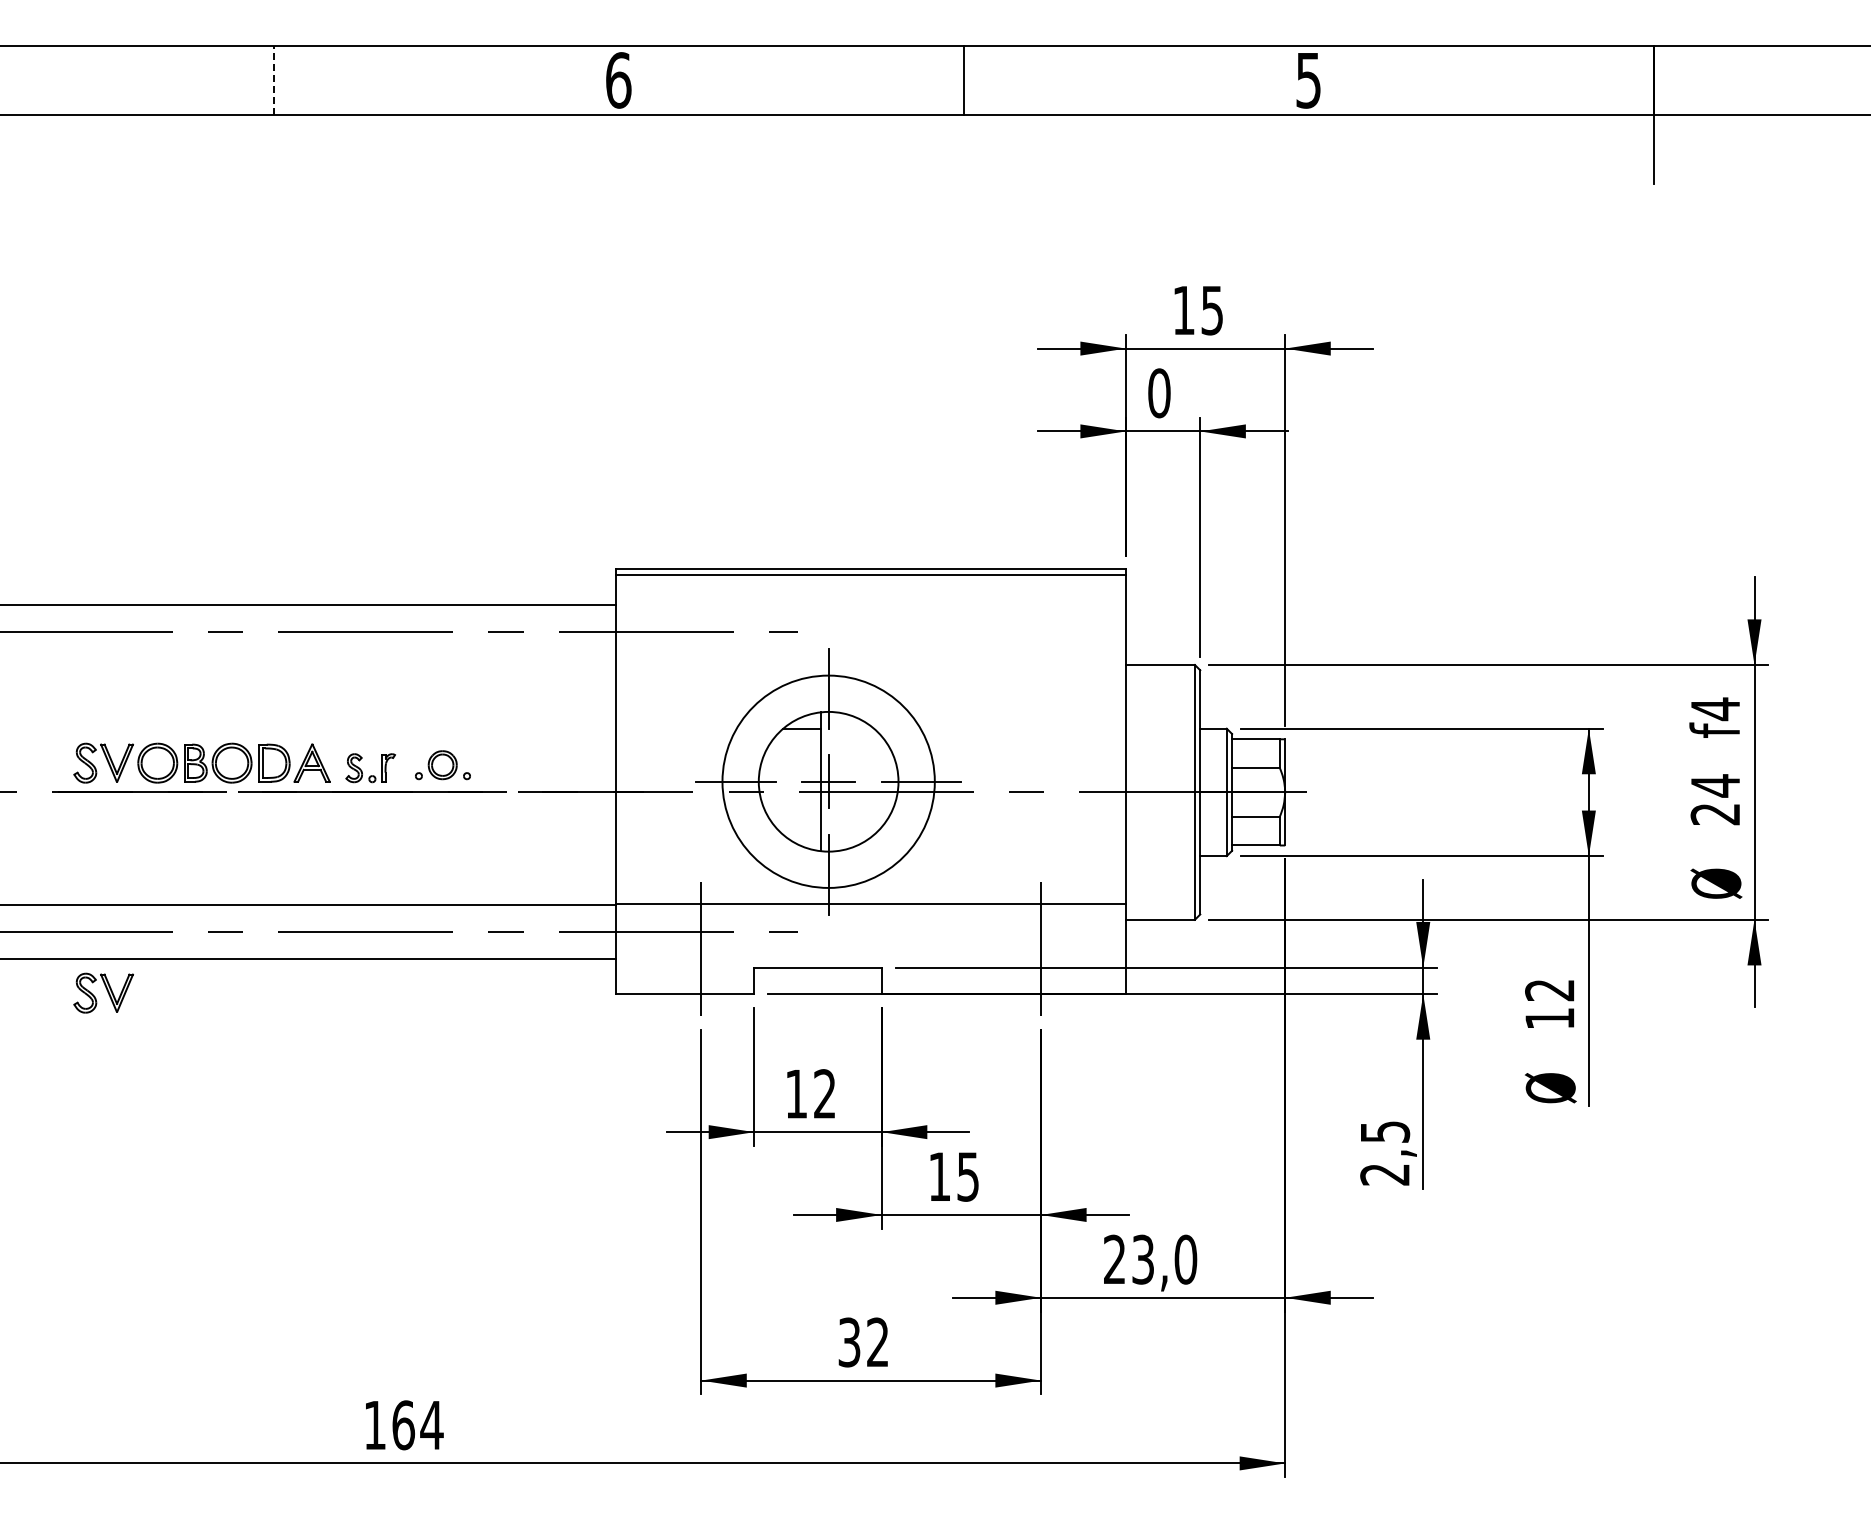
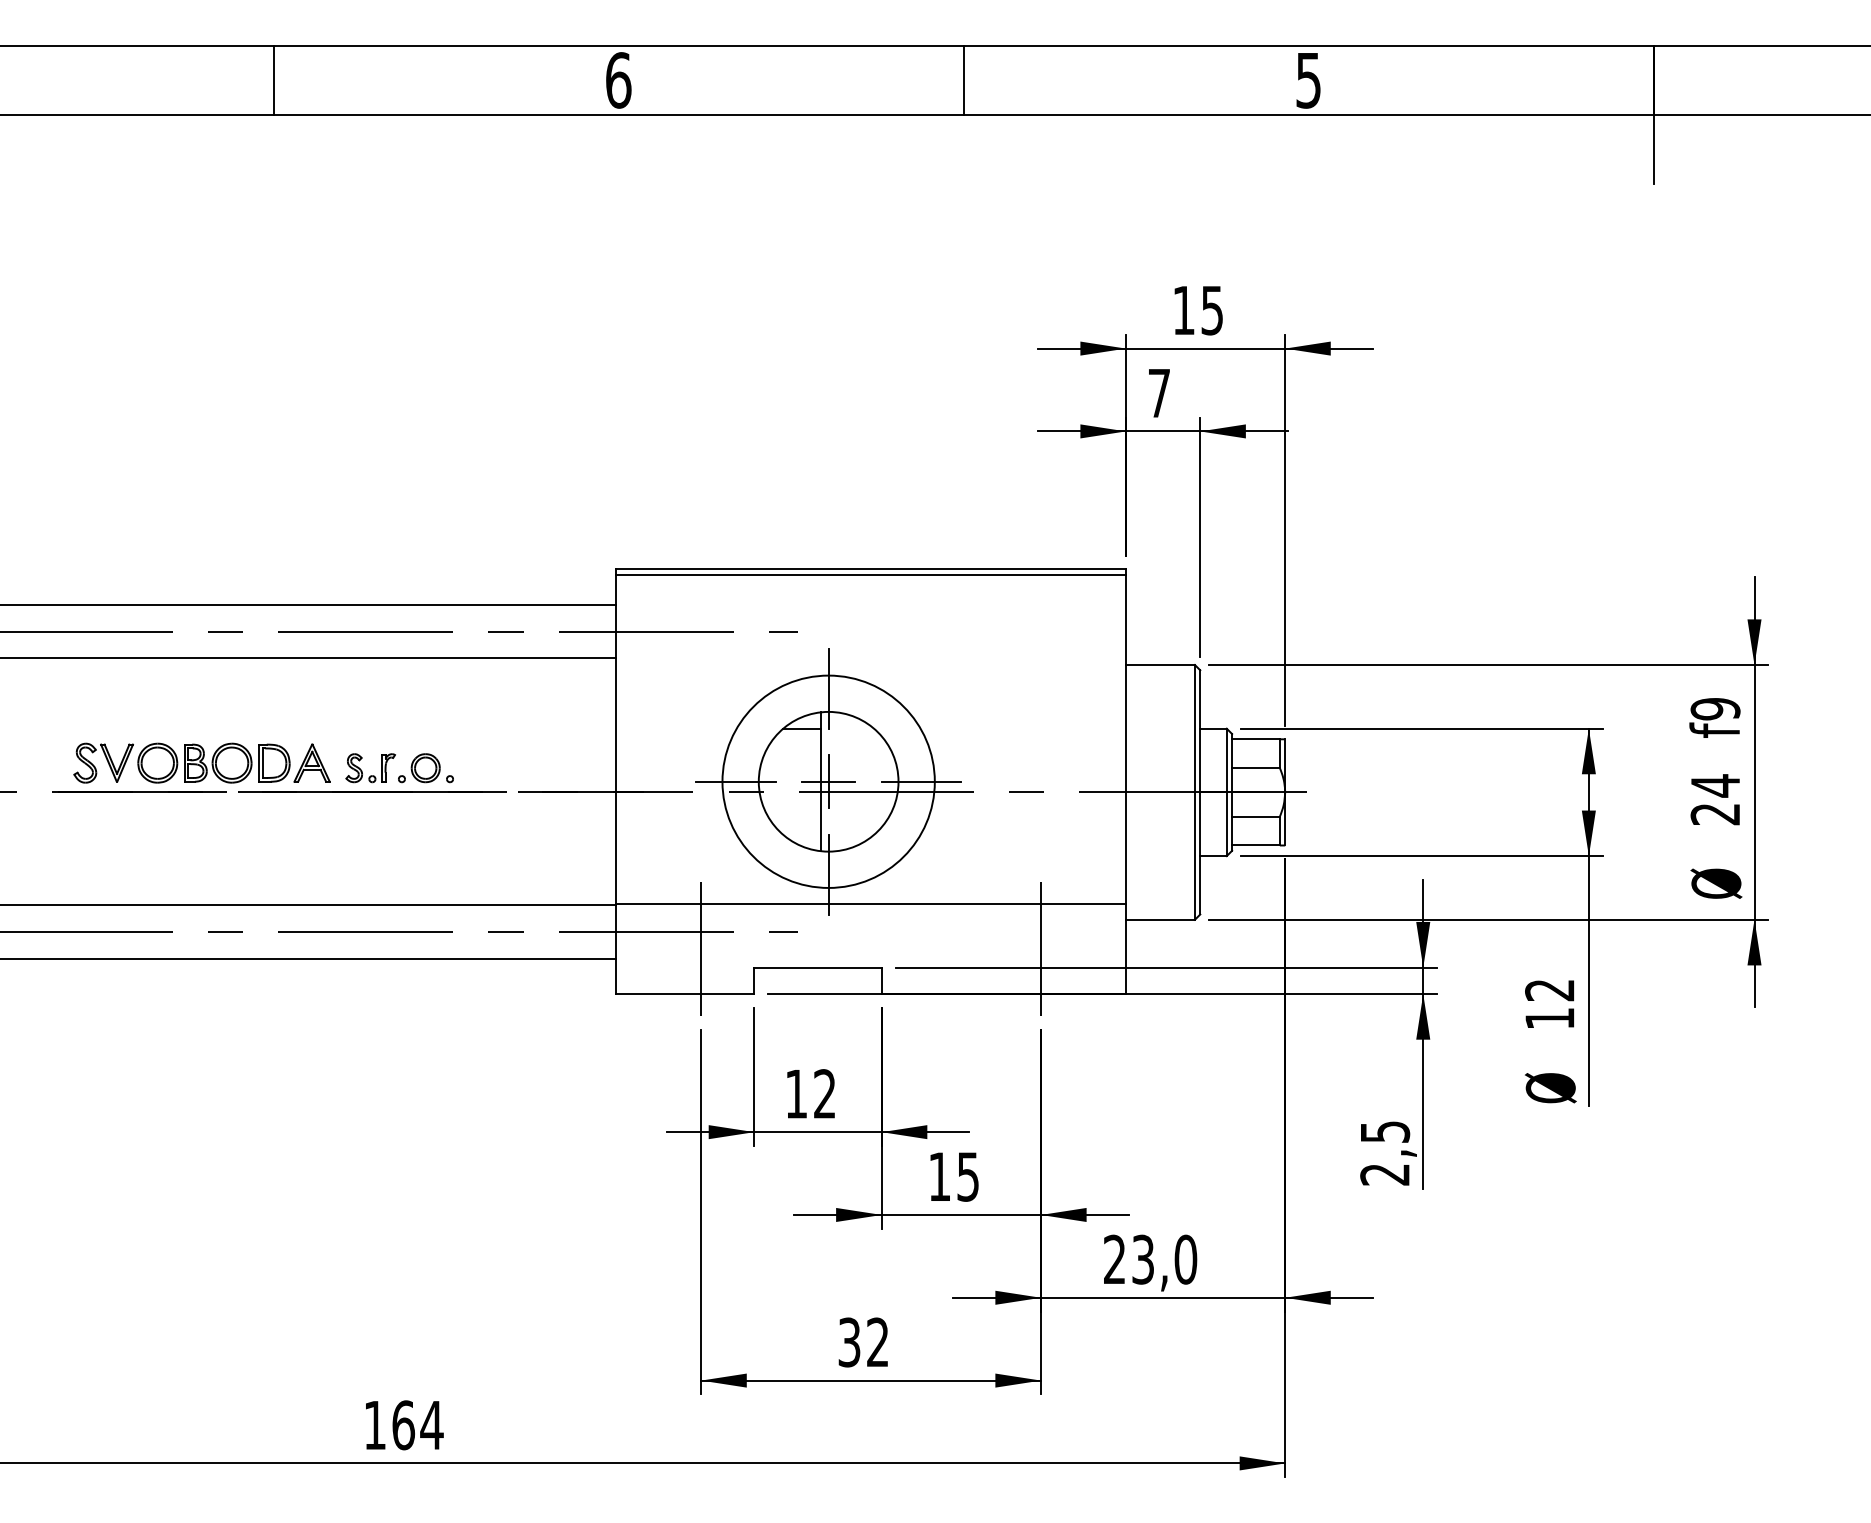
line at (274, 80): dashed -> solid
text at (1159, 393): 0 -> 7
line at (309, 658): none -> present
text at (1715, 709): f4 -> f9
part at (442, 765) position: (442, 765) -> (425, 768)
part at (103, 992): present -> none
